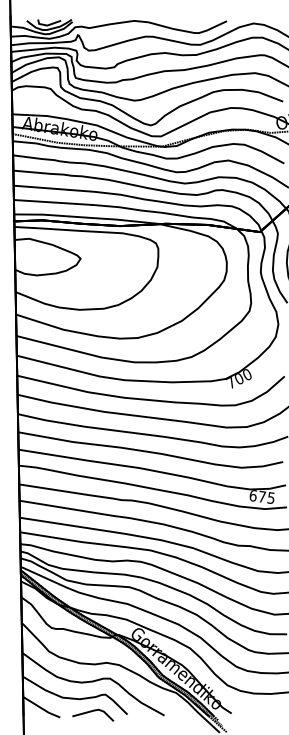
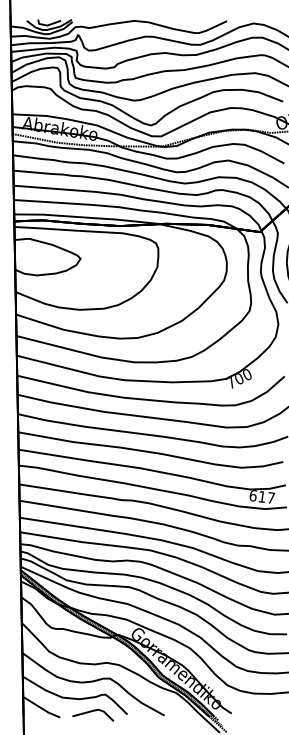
text at (266, 496): 675 -> 617
